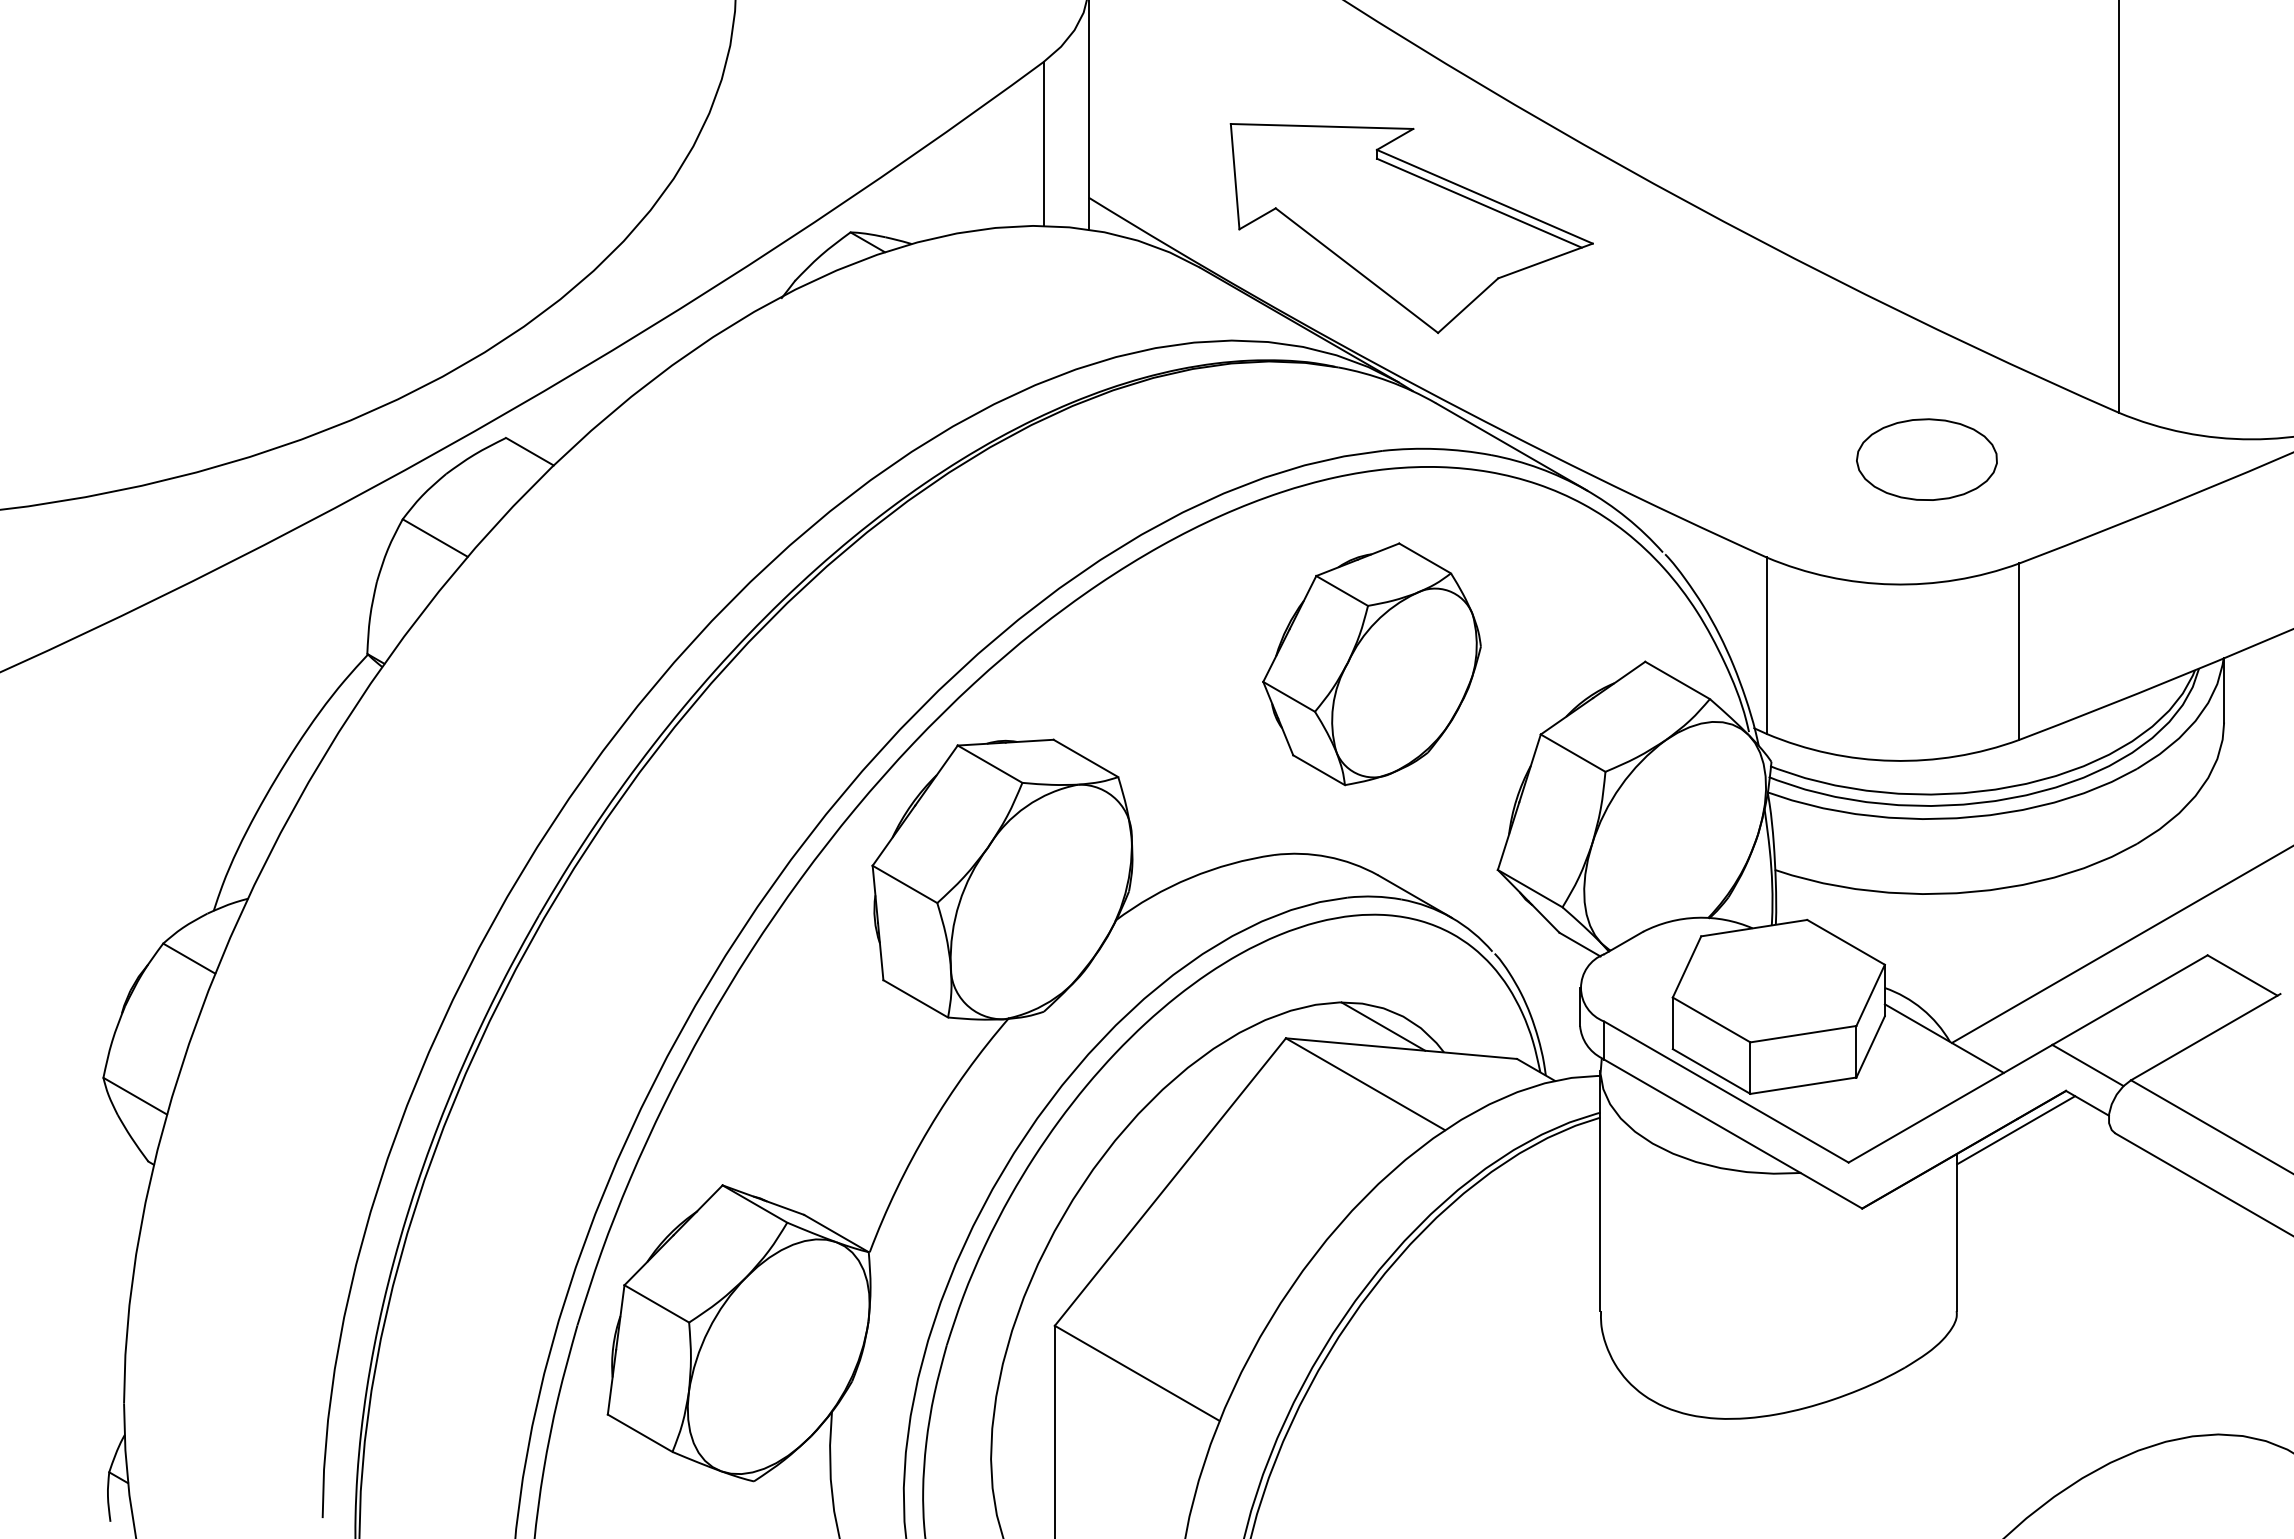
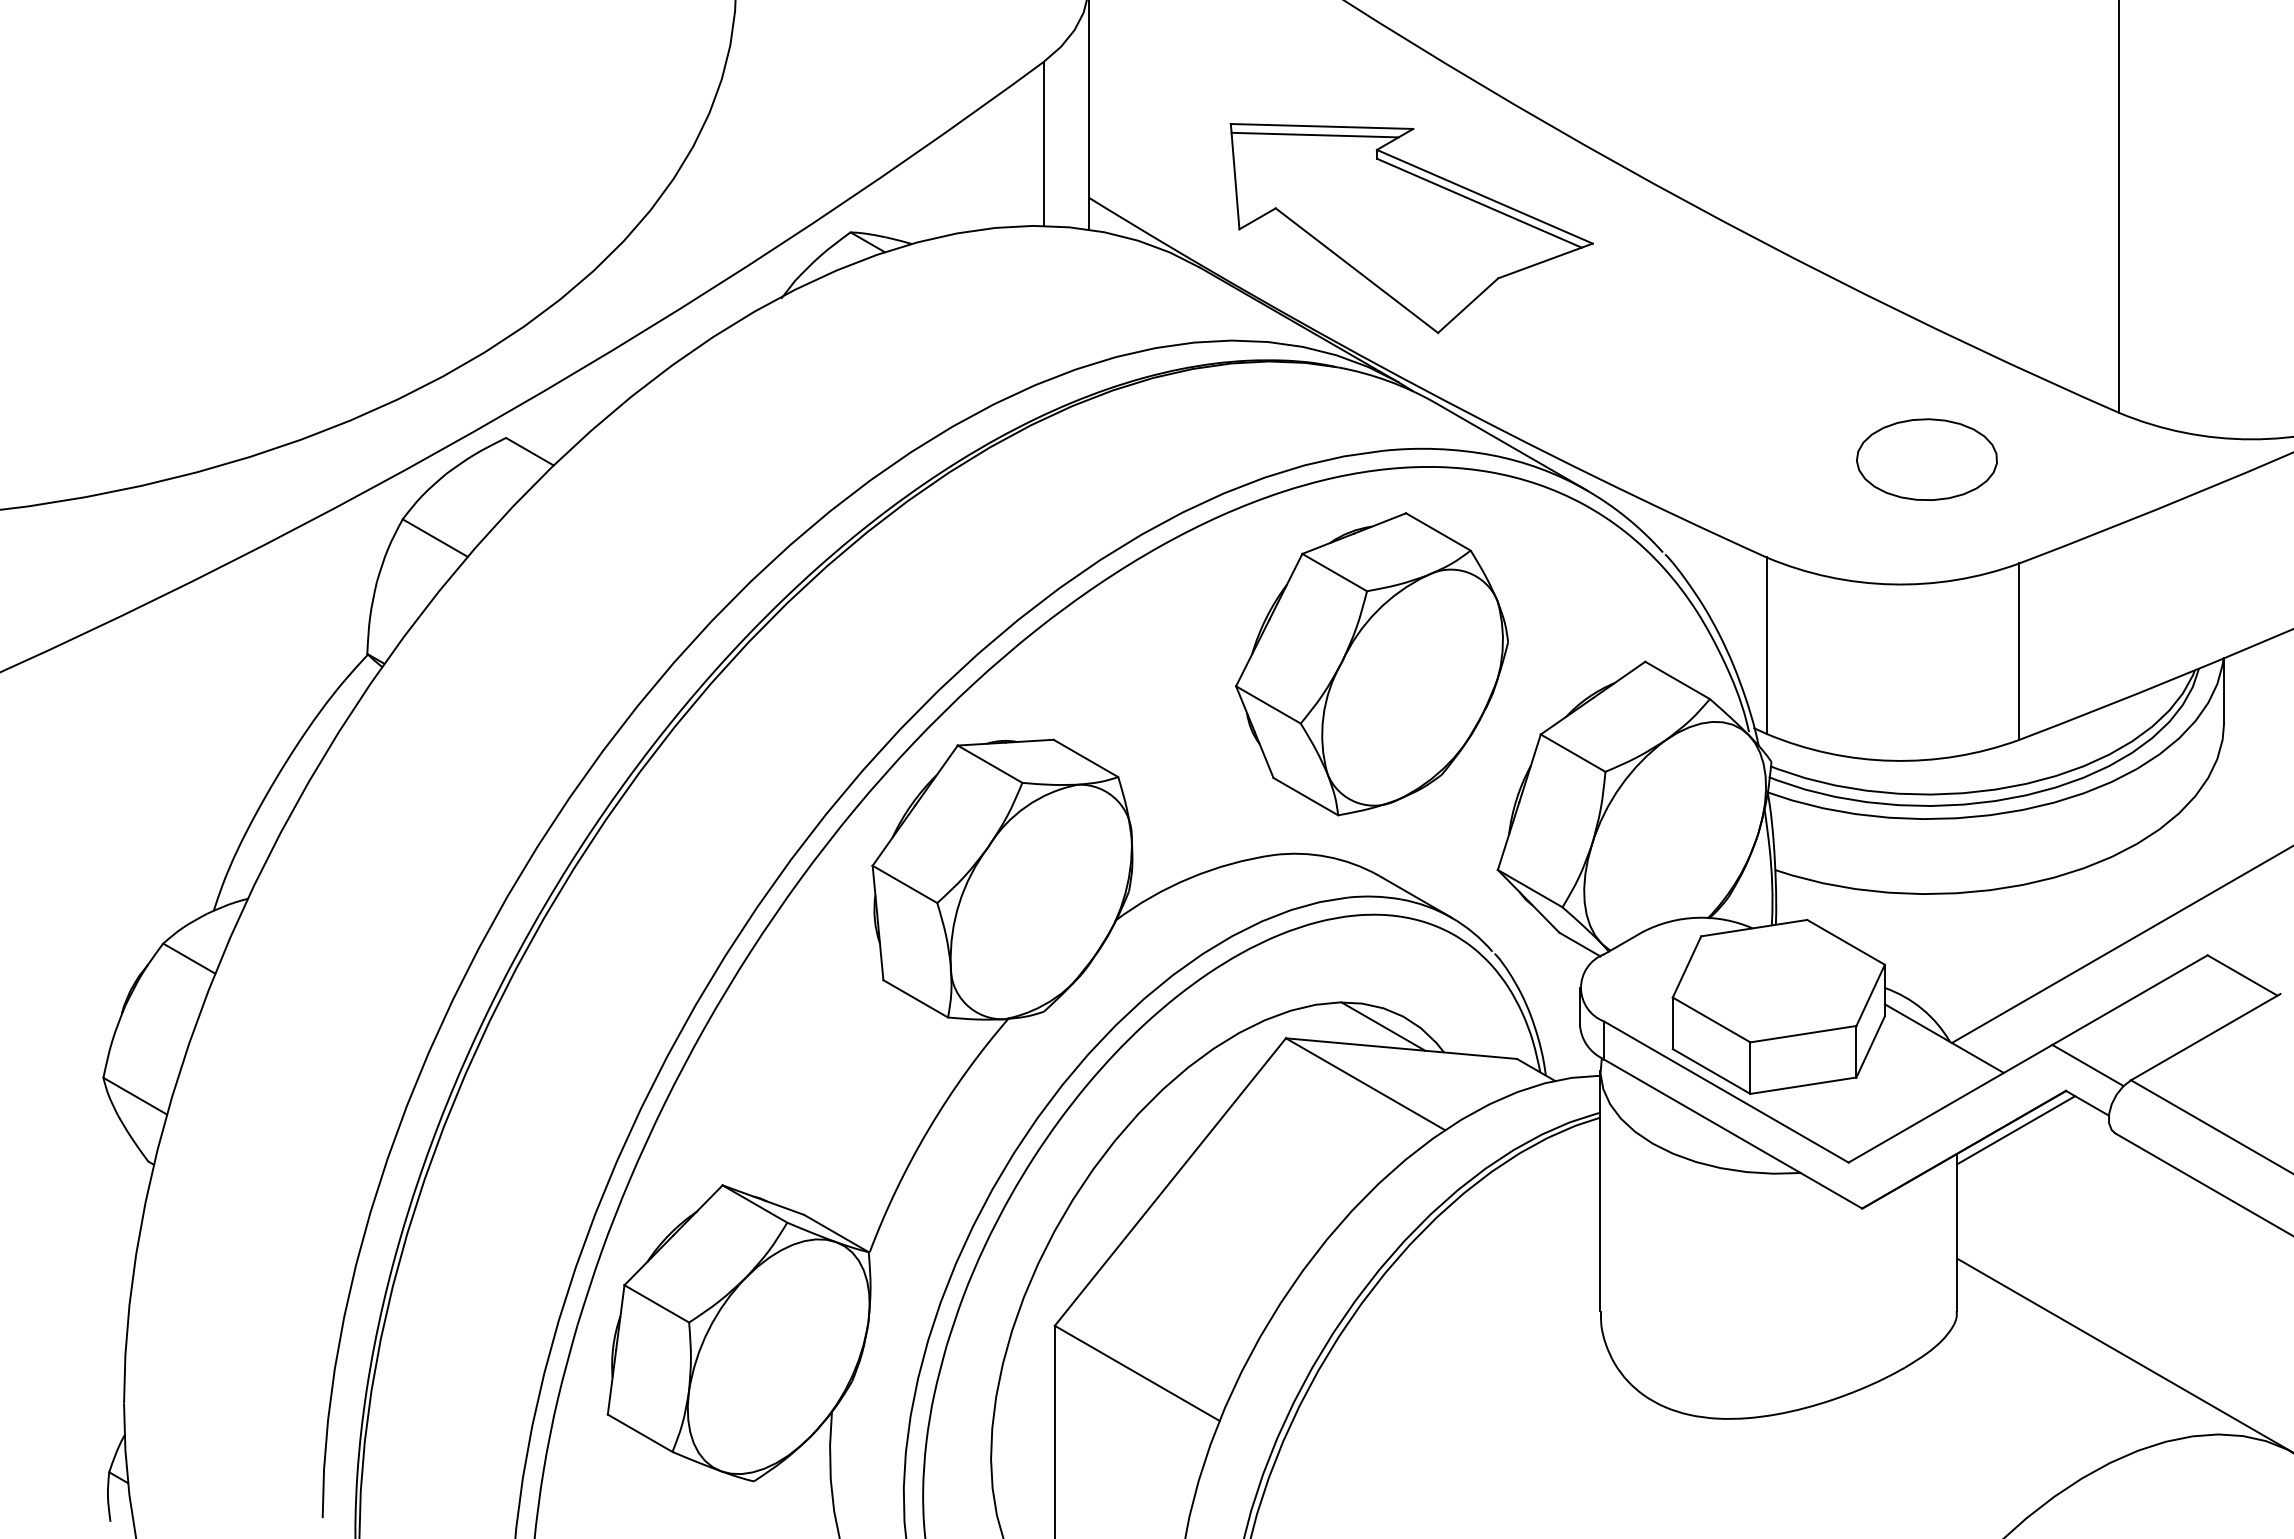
line at (1314, 134): none -> present
part at (1371, 664) size: 220x245 px -> 274x305 px
line at (2123, 1354): none -> present
